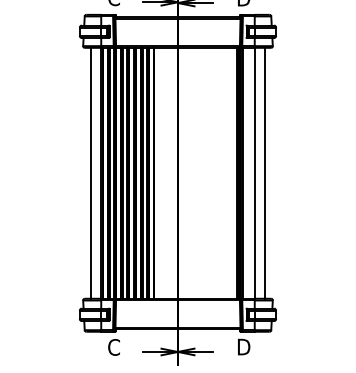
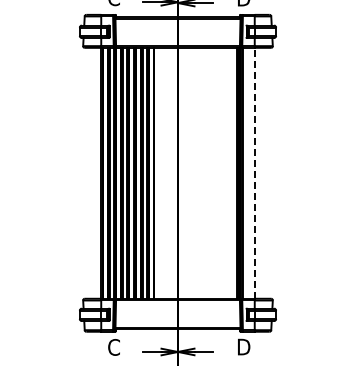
line at (91, 172): present -> none
line at (254, 172): solid -> dashed
line at (264, 172): present -> none
